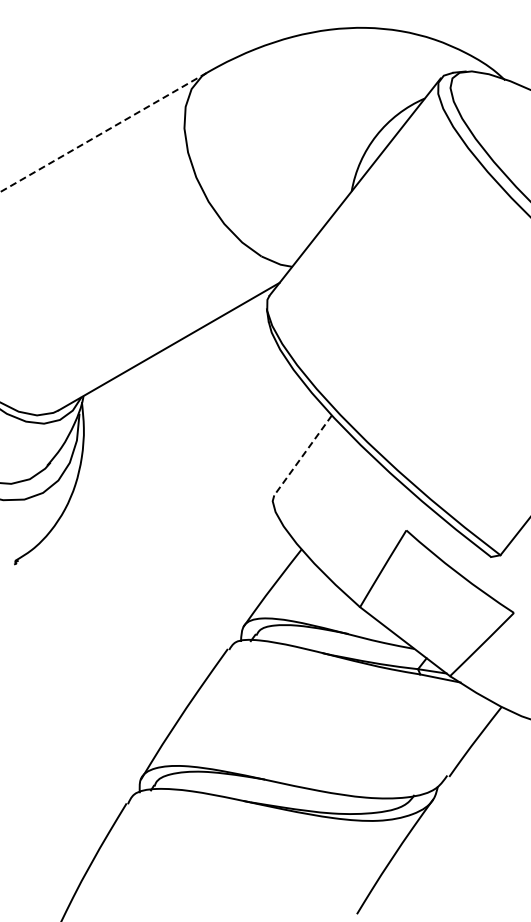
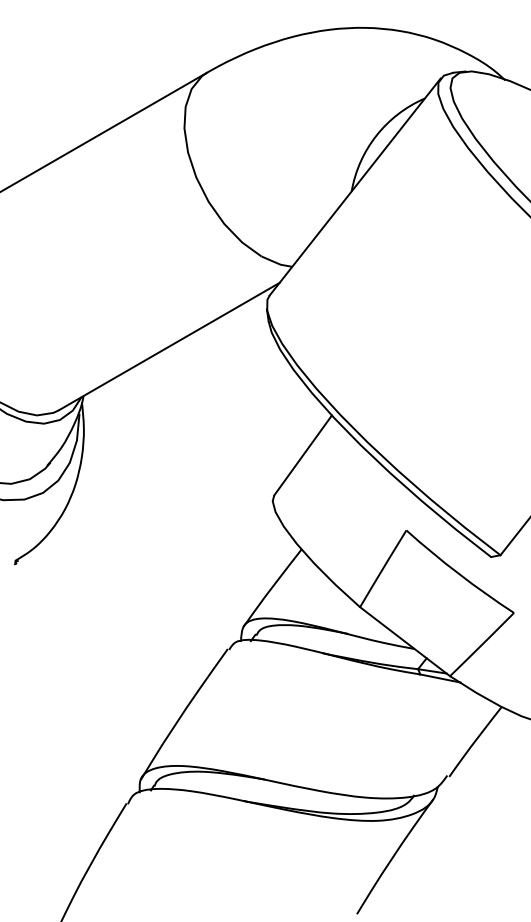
line at (103, 132): dashed -> solid
line at (302, 455): dashed -> solid
